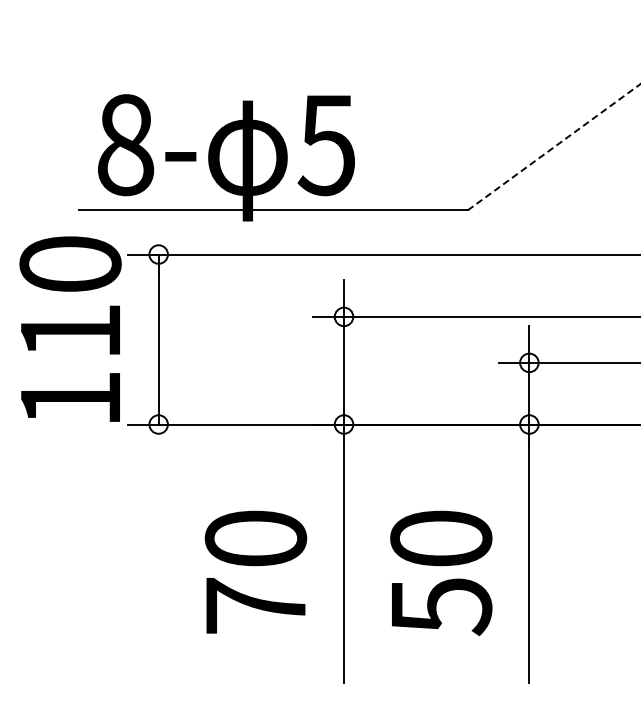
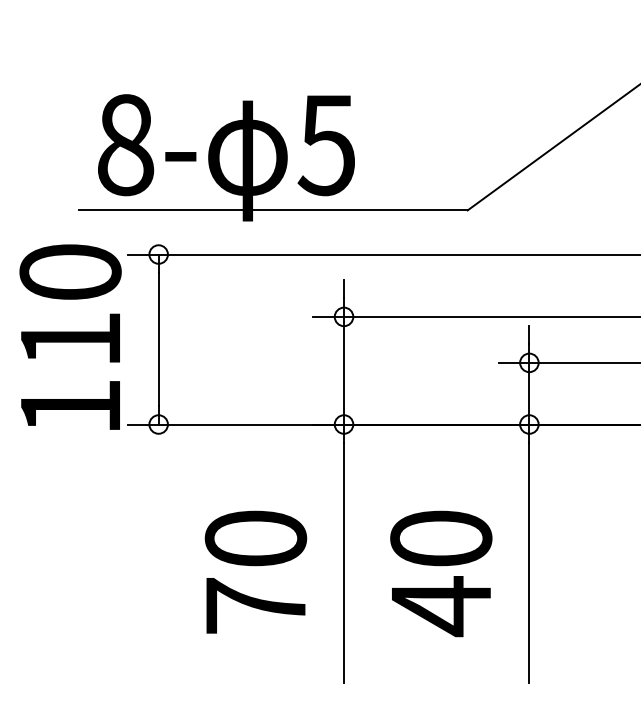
line at (554, 147): dashed -> solid
text at (70, 328) position: (70, 328) -> (70, 336)
text at (442, 606): 50 -> 40
